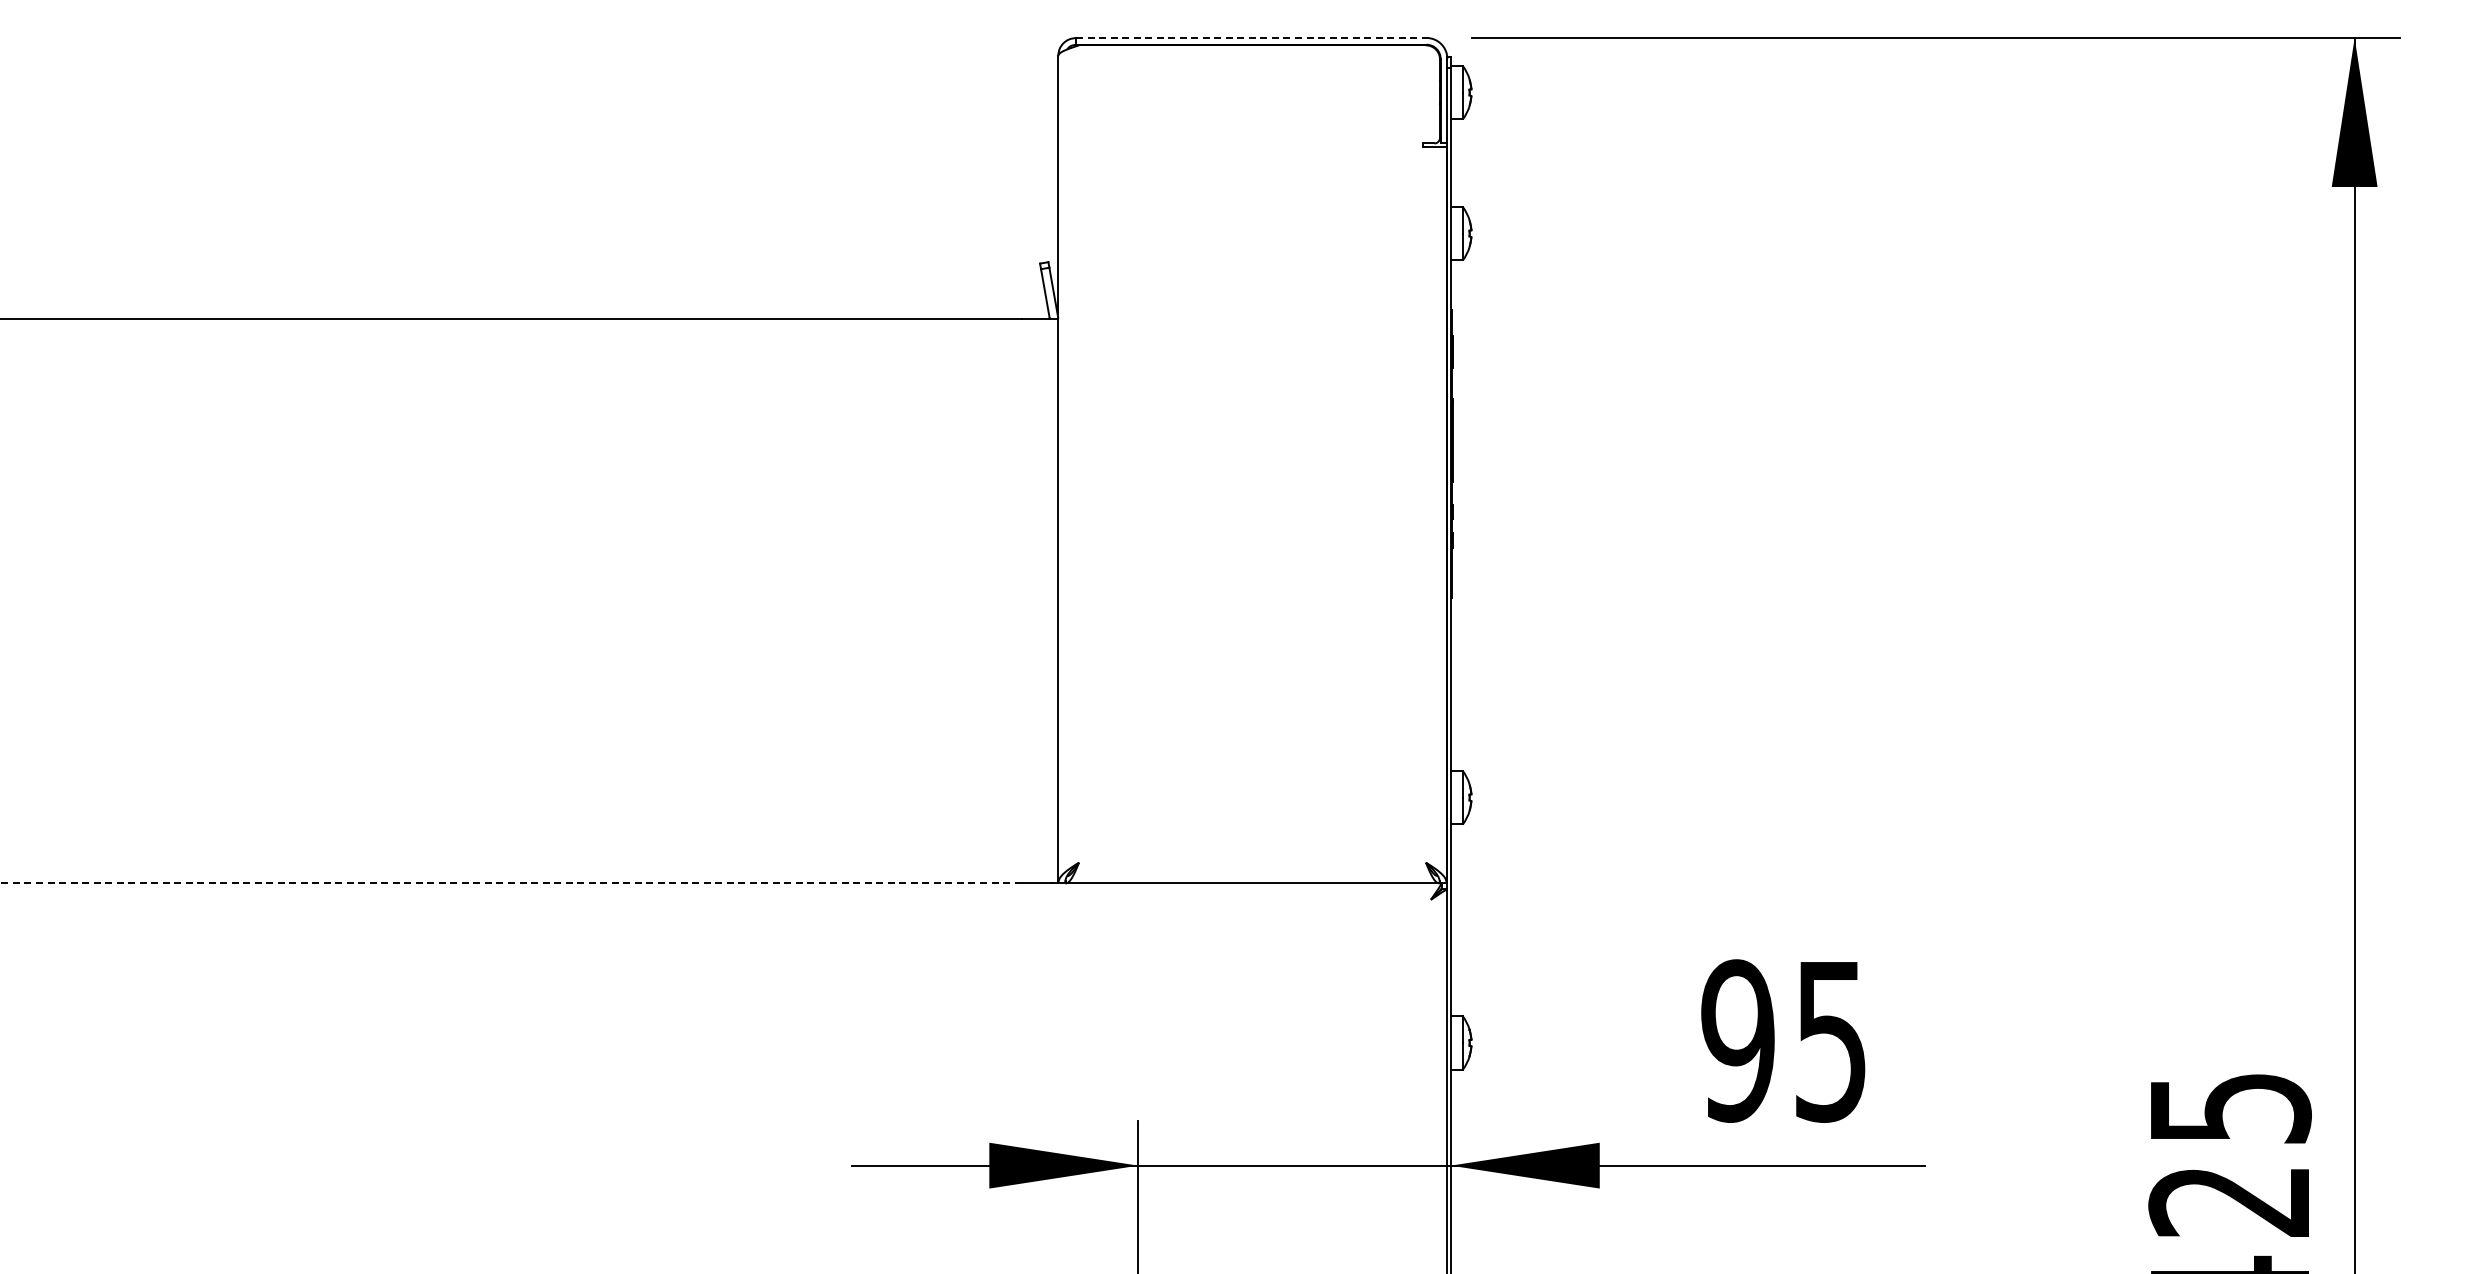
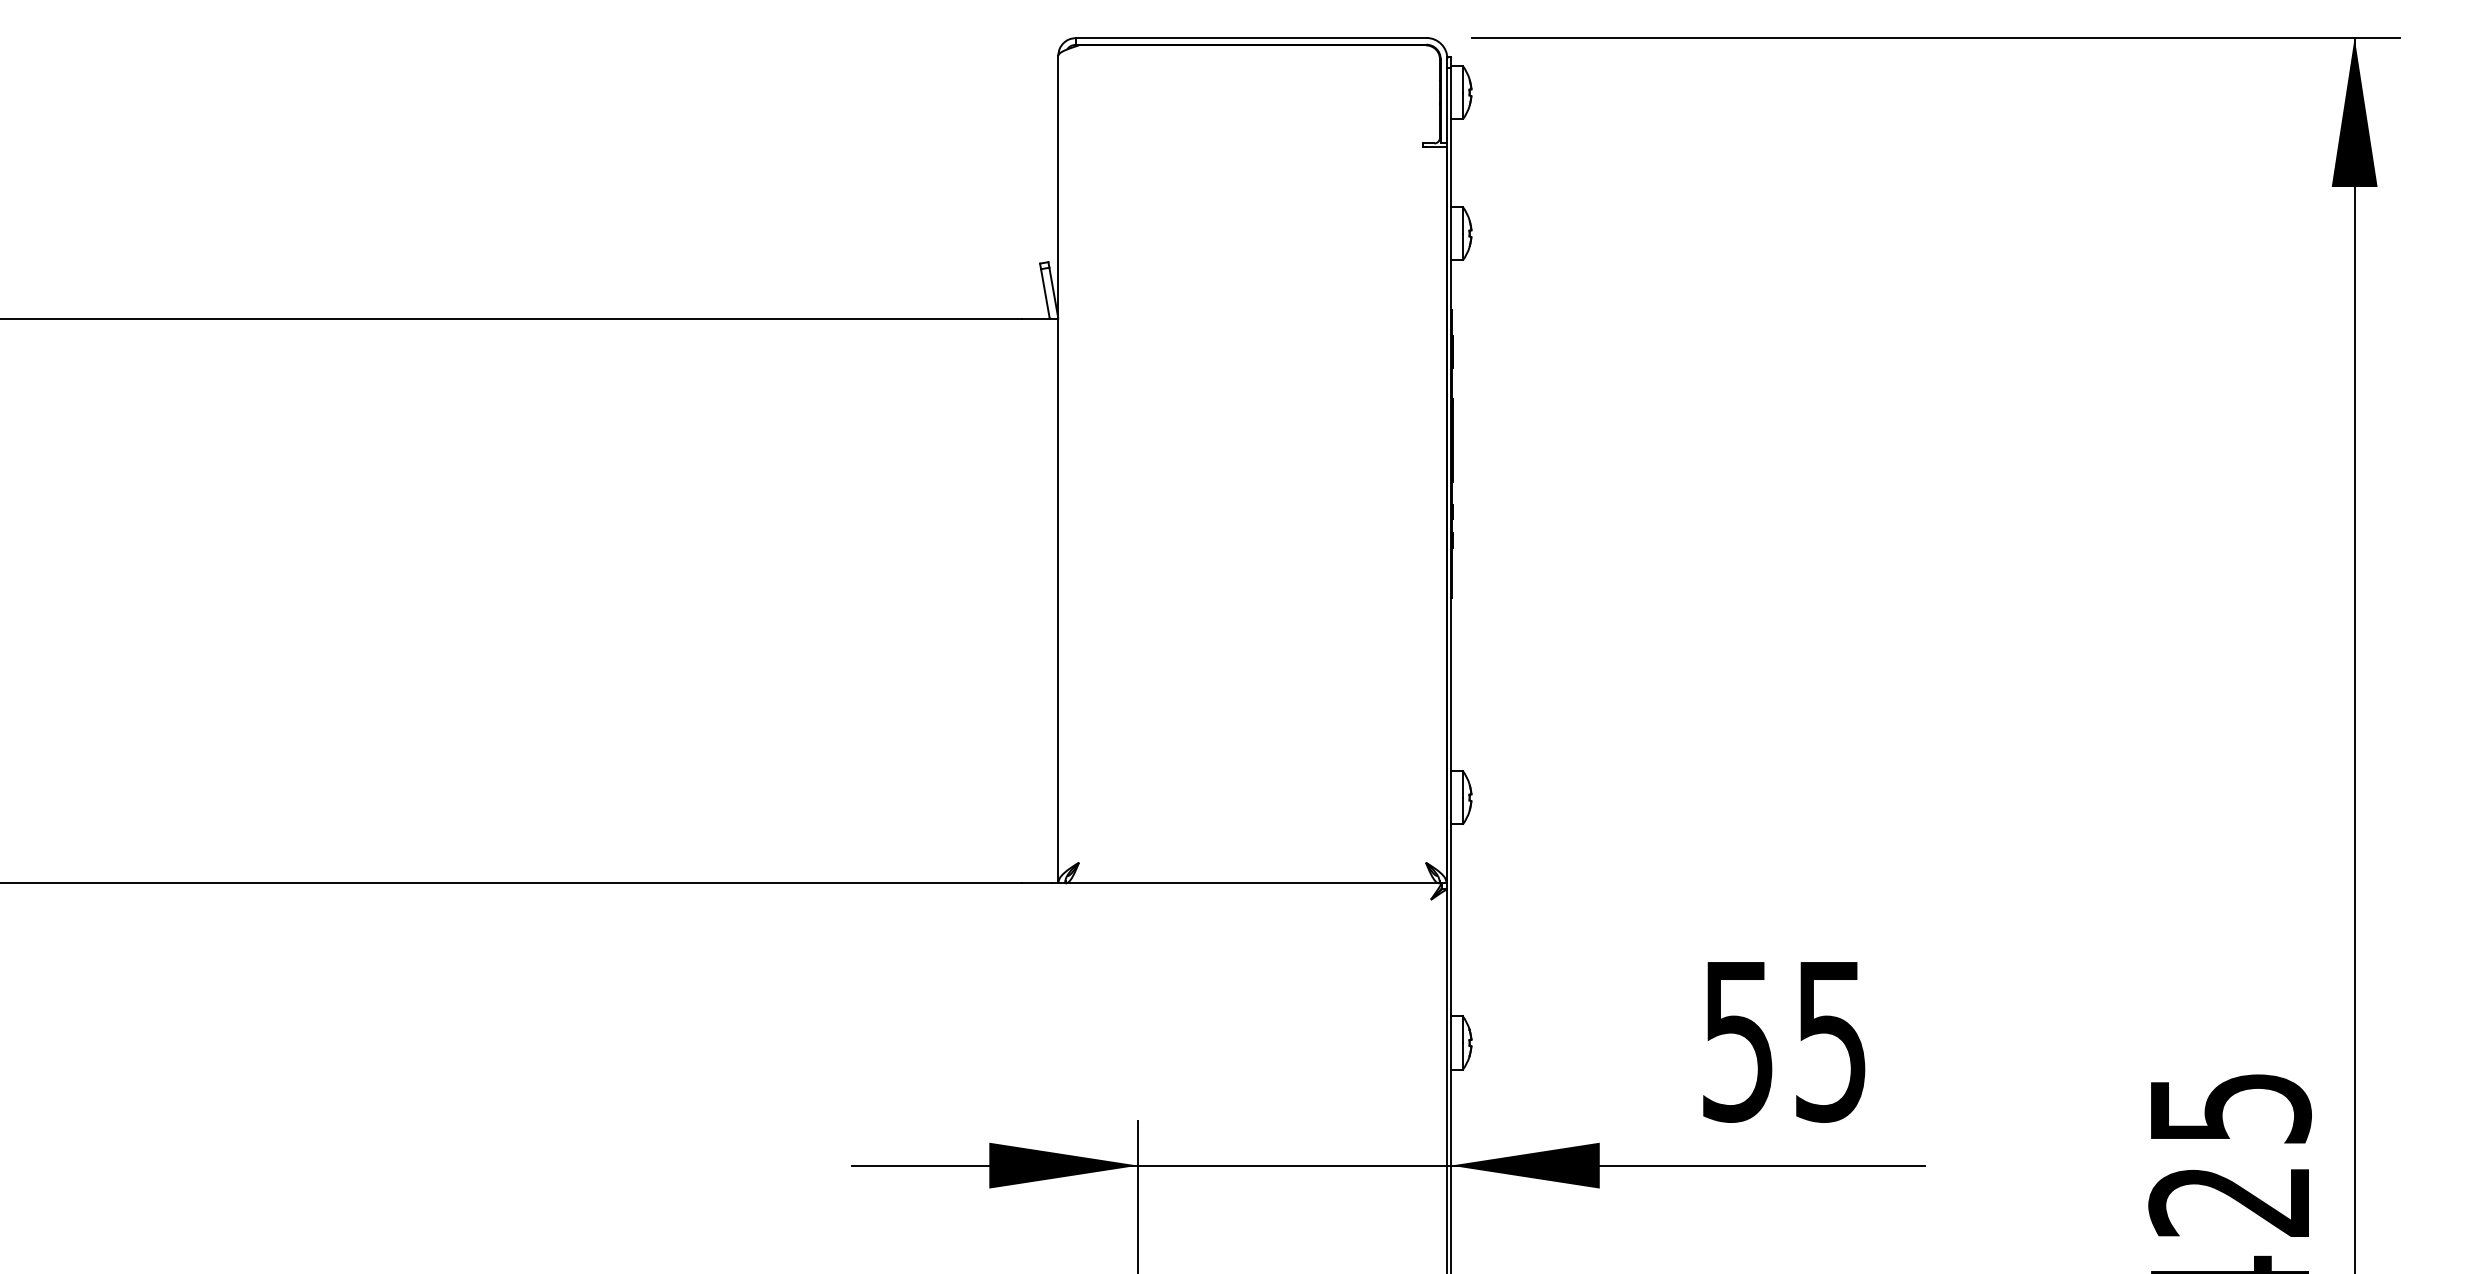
line at (1251, 38): dashed -> solid
line at (510, 883): dashed -> solid
text at (1737, 1040): 95 -> 55
